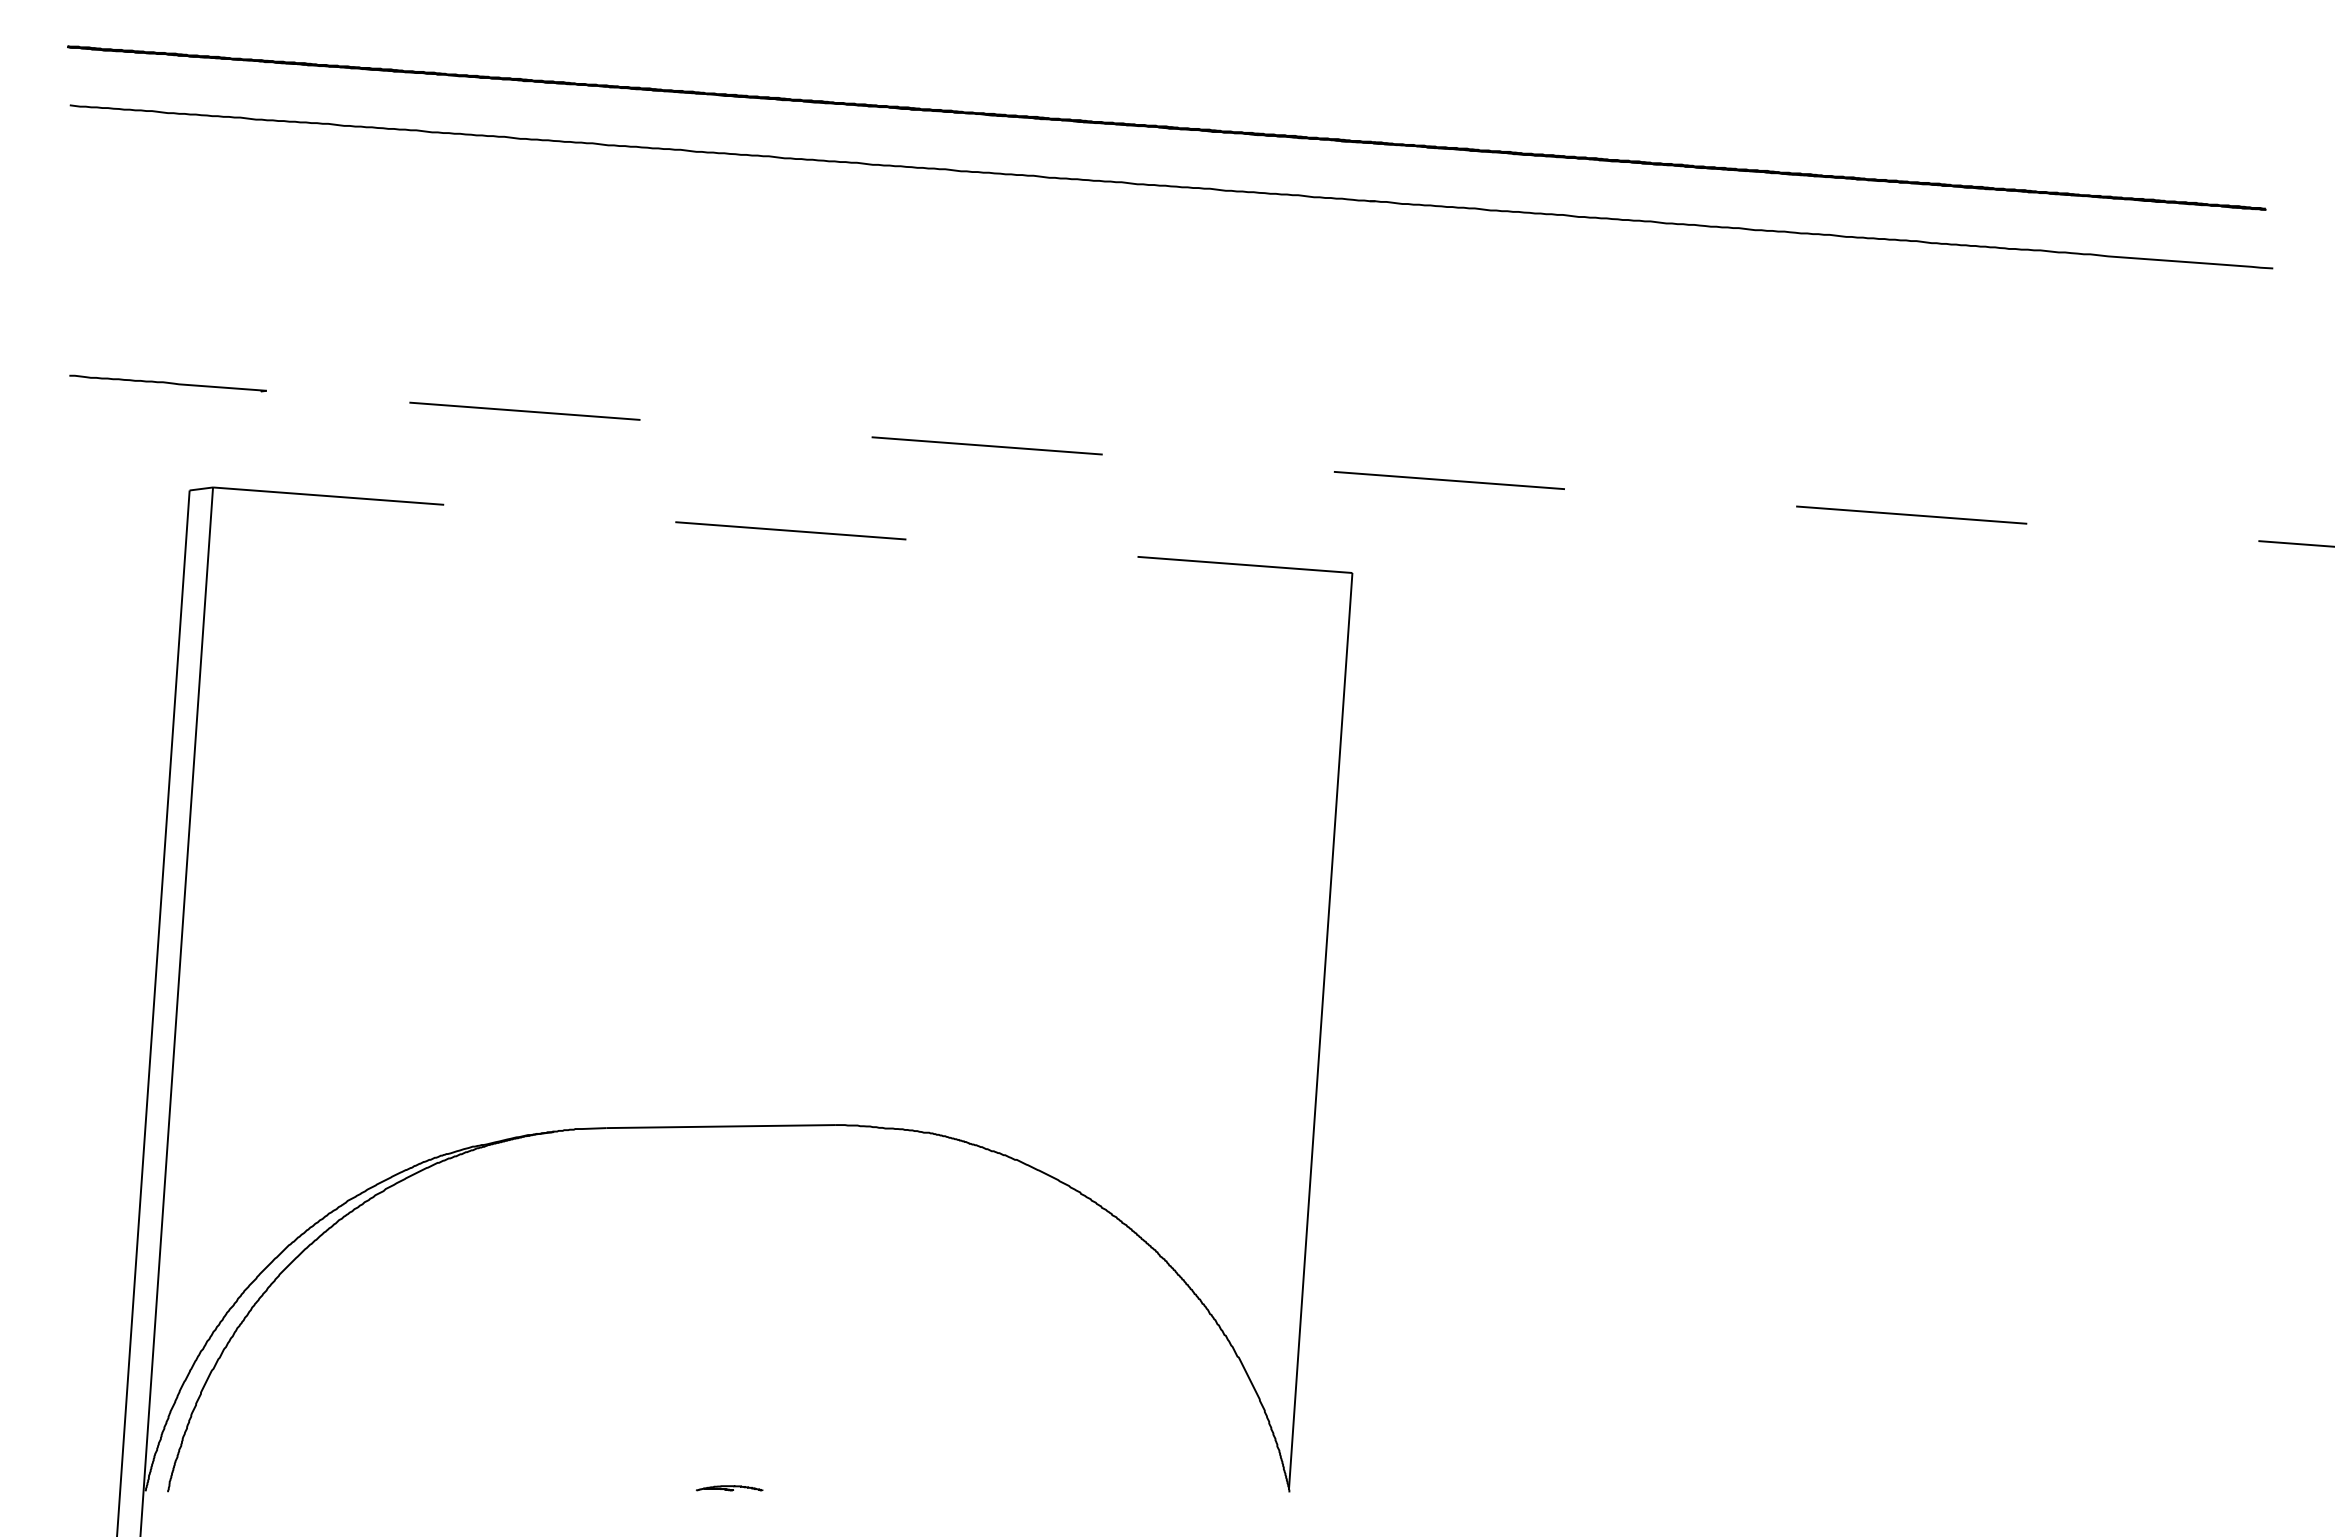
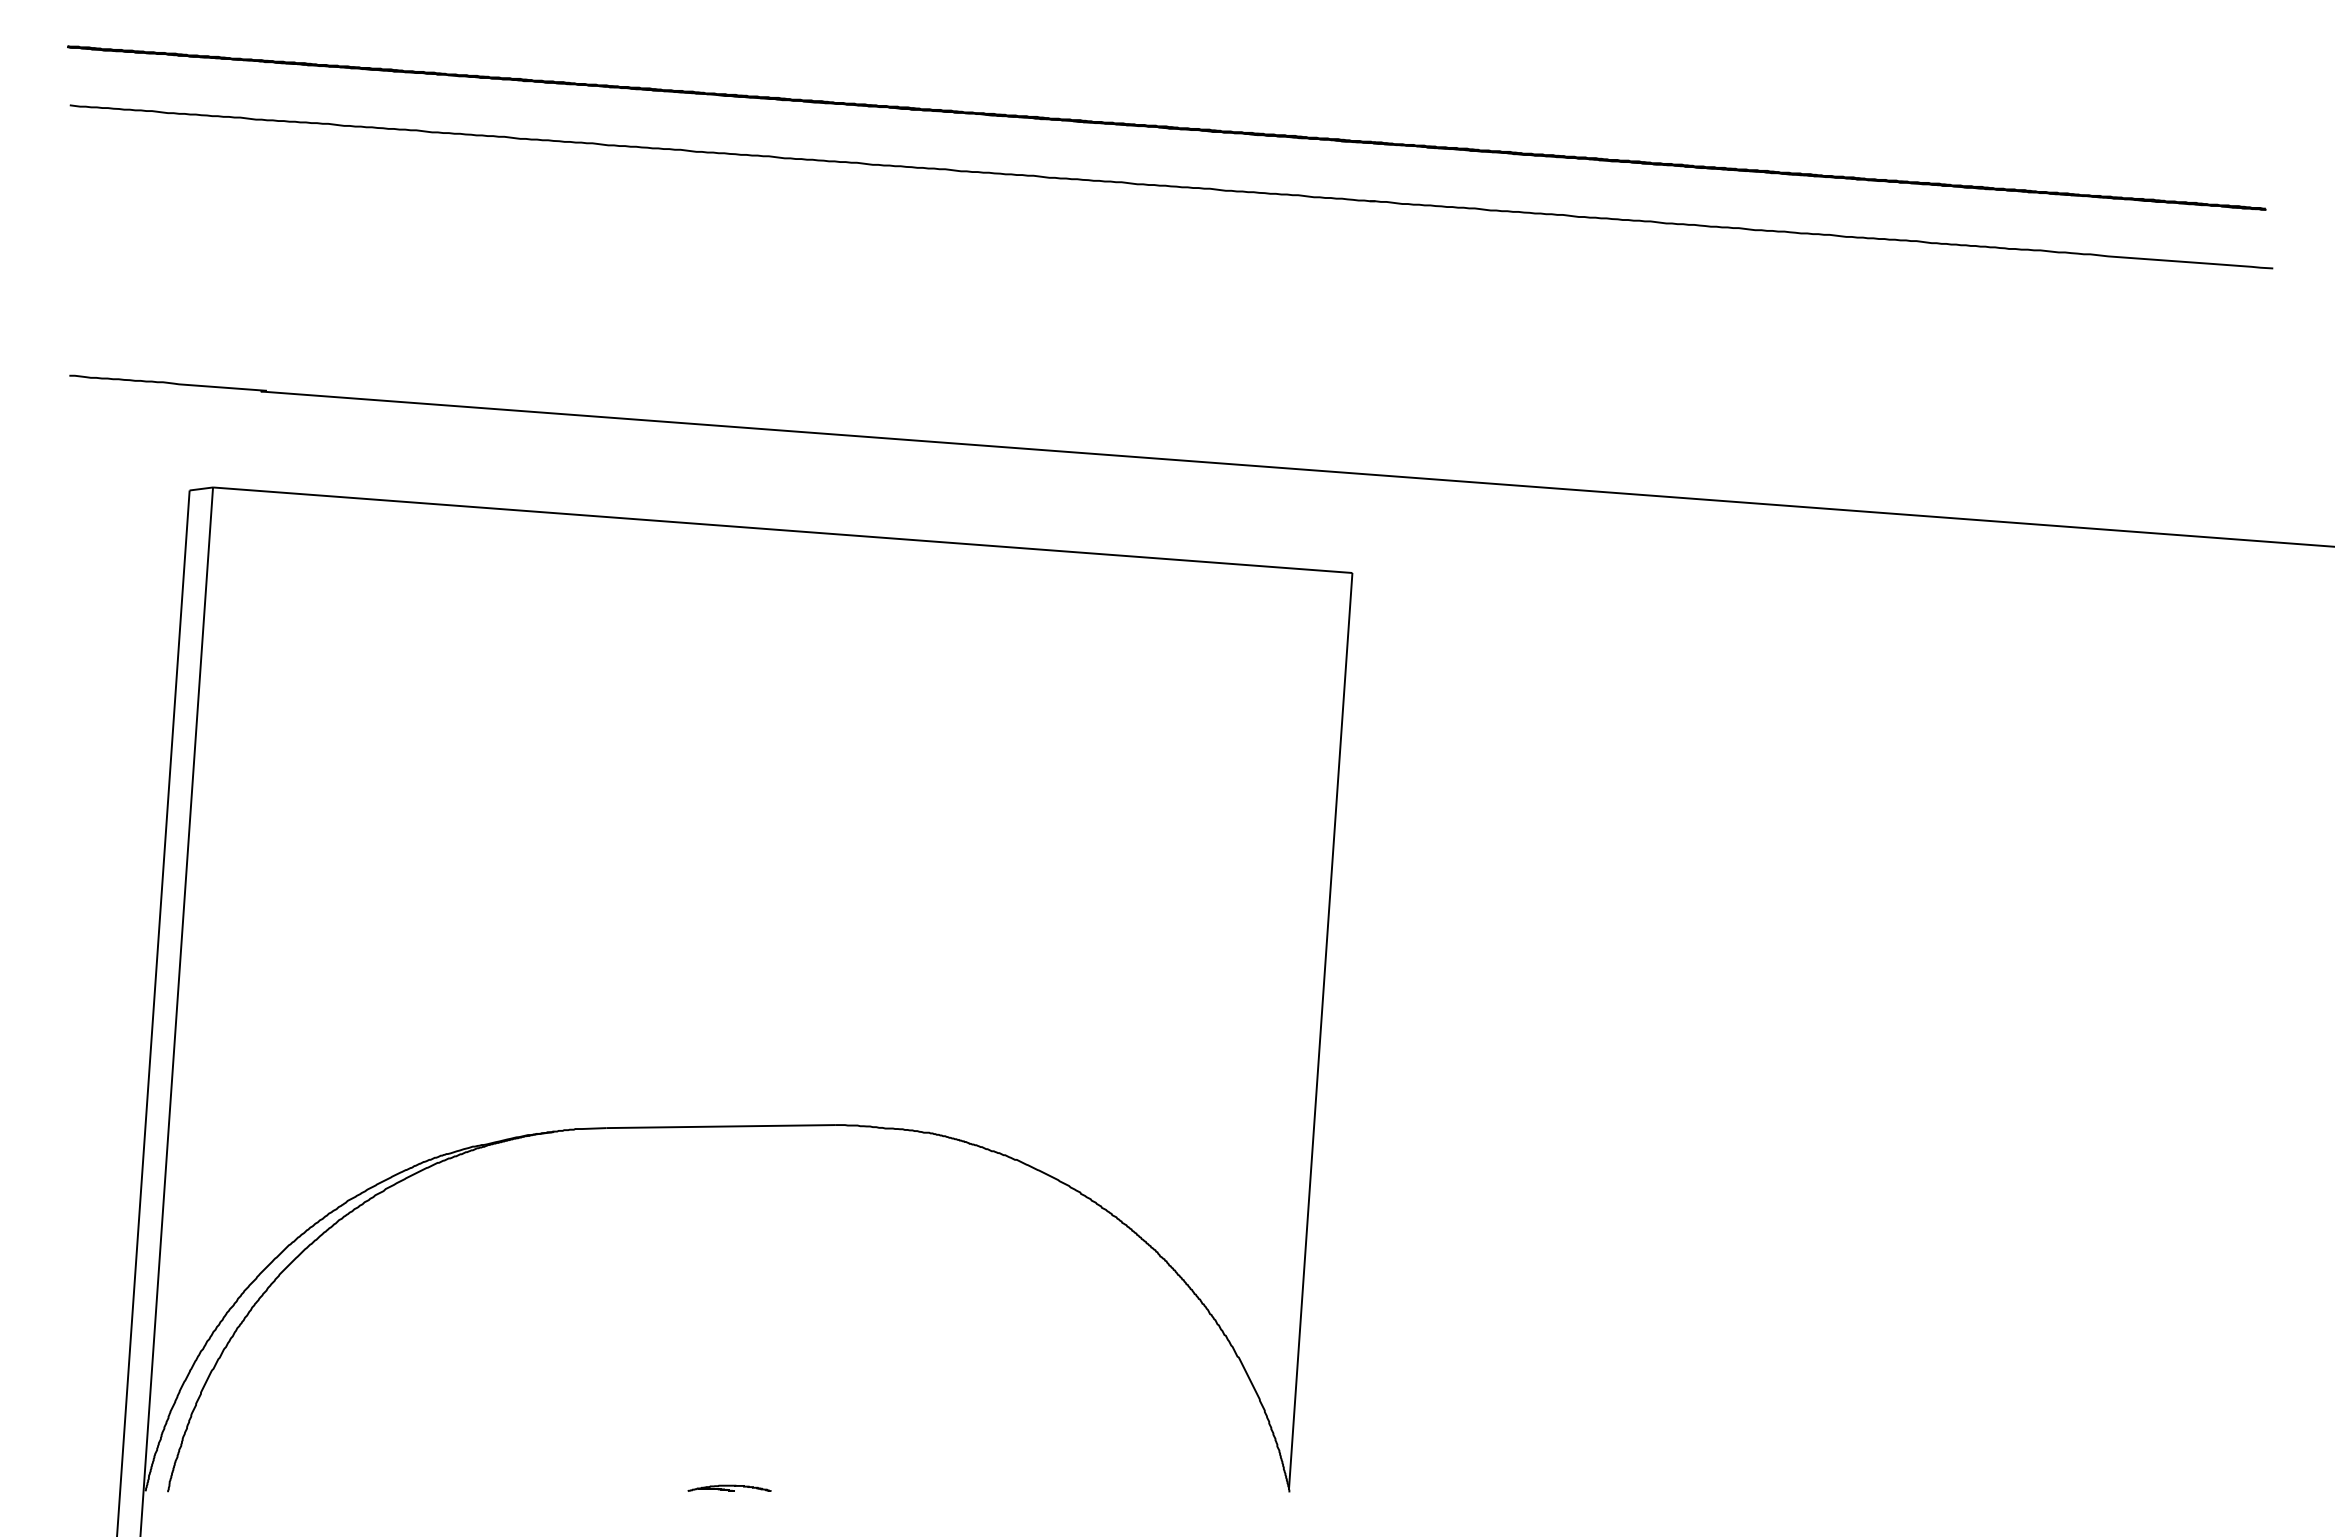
line at (1297, 469): dashed -> solid
line at (783, 530): dashed -> solid
part at (729, 1488) size: 69x7 px -> 85x8 px
